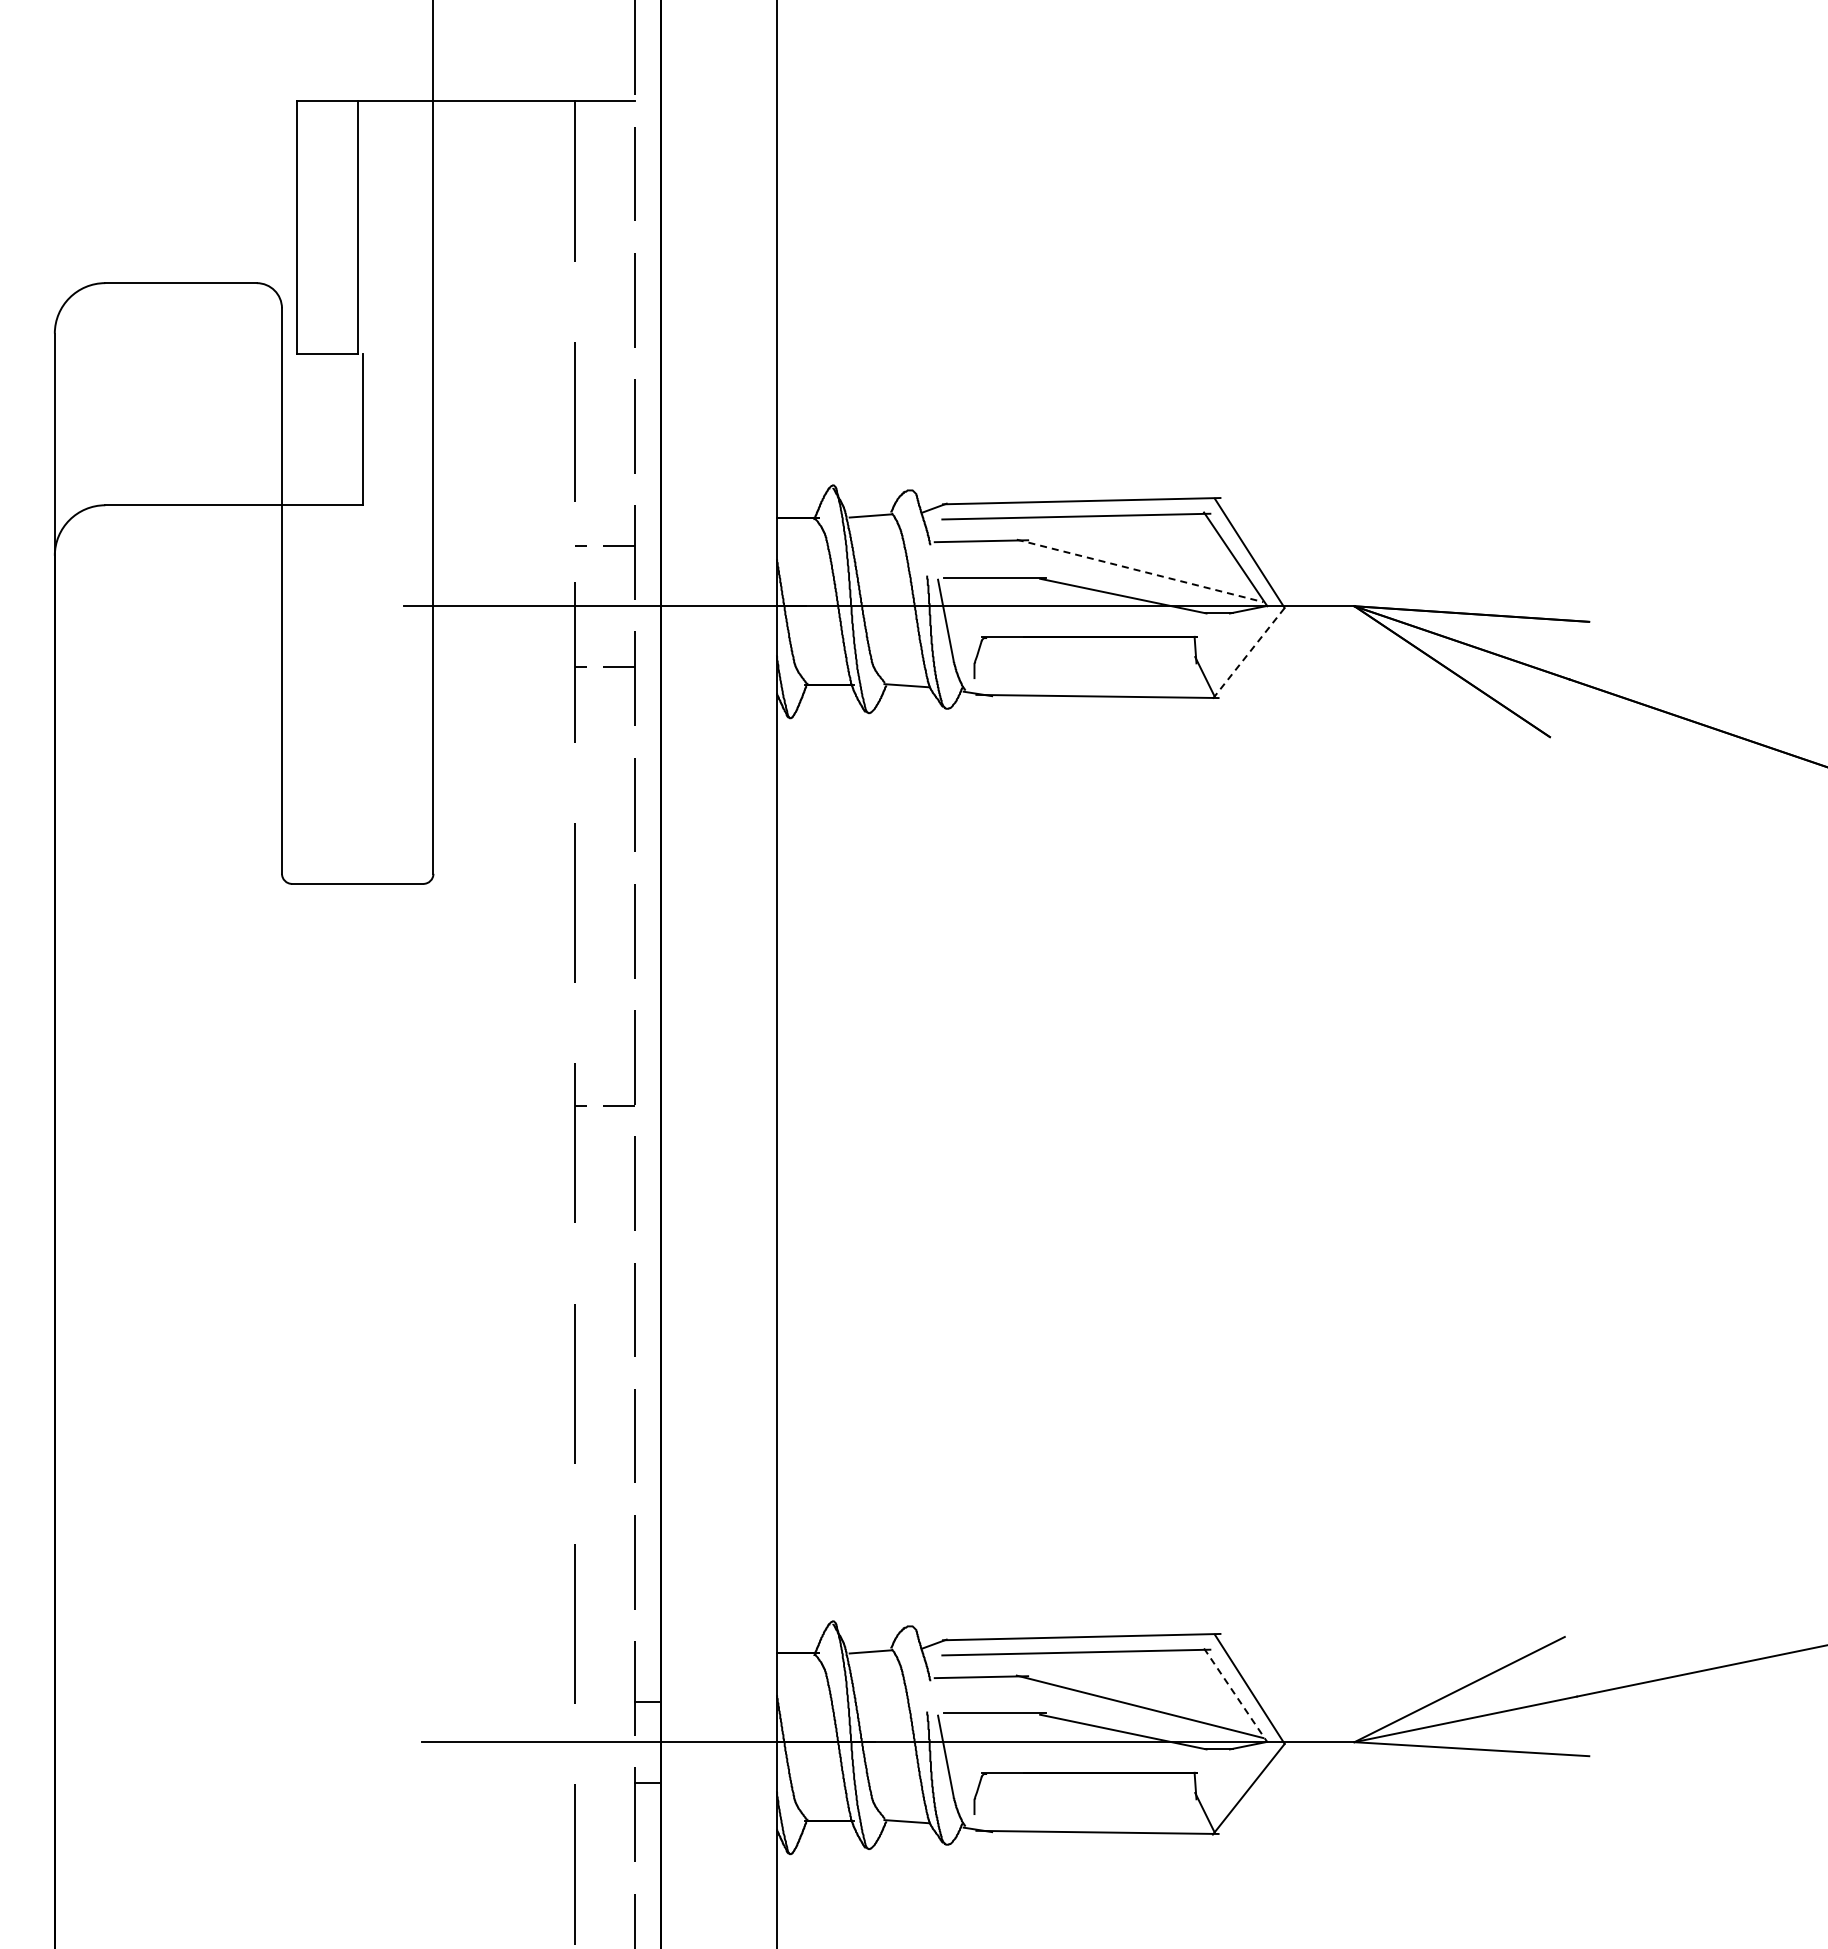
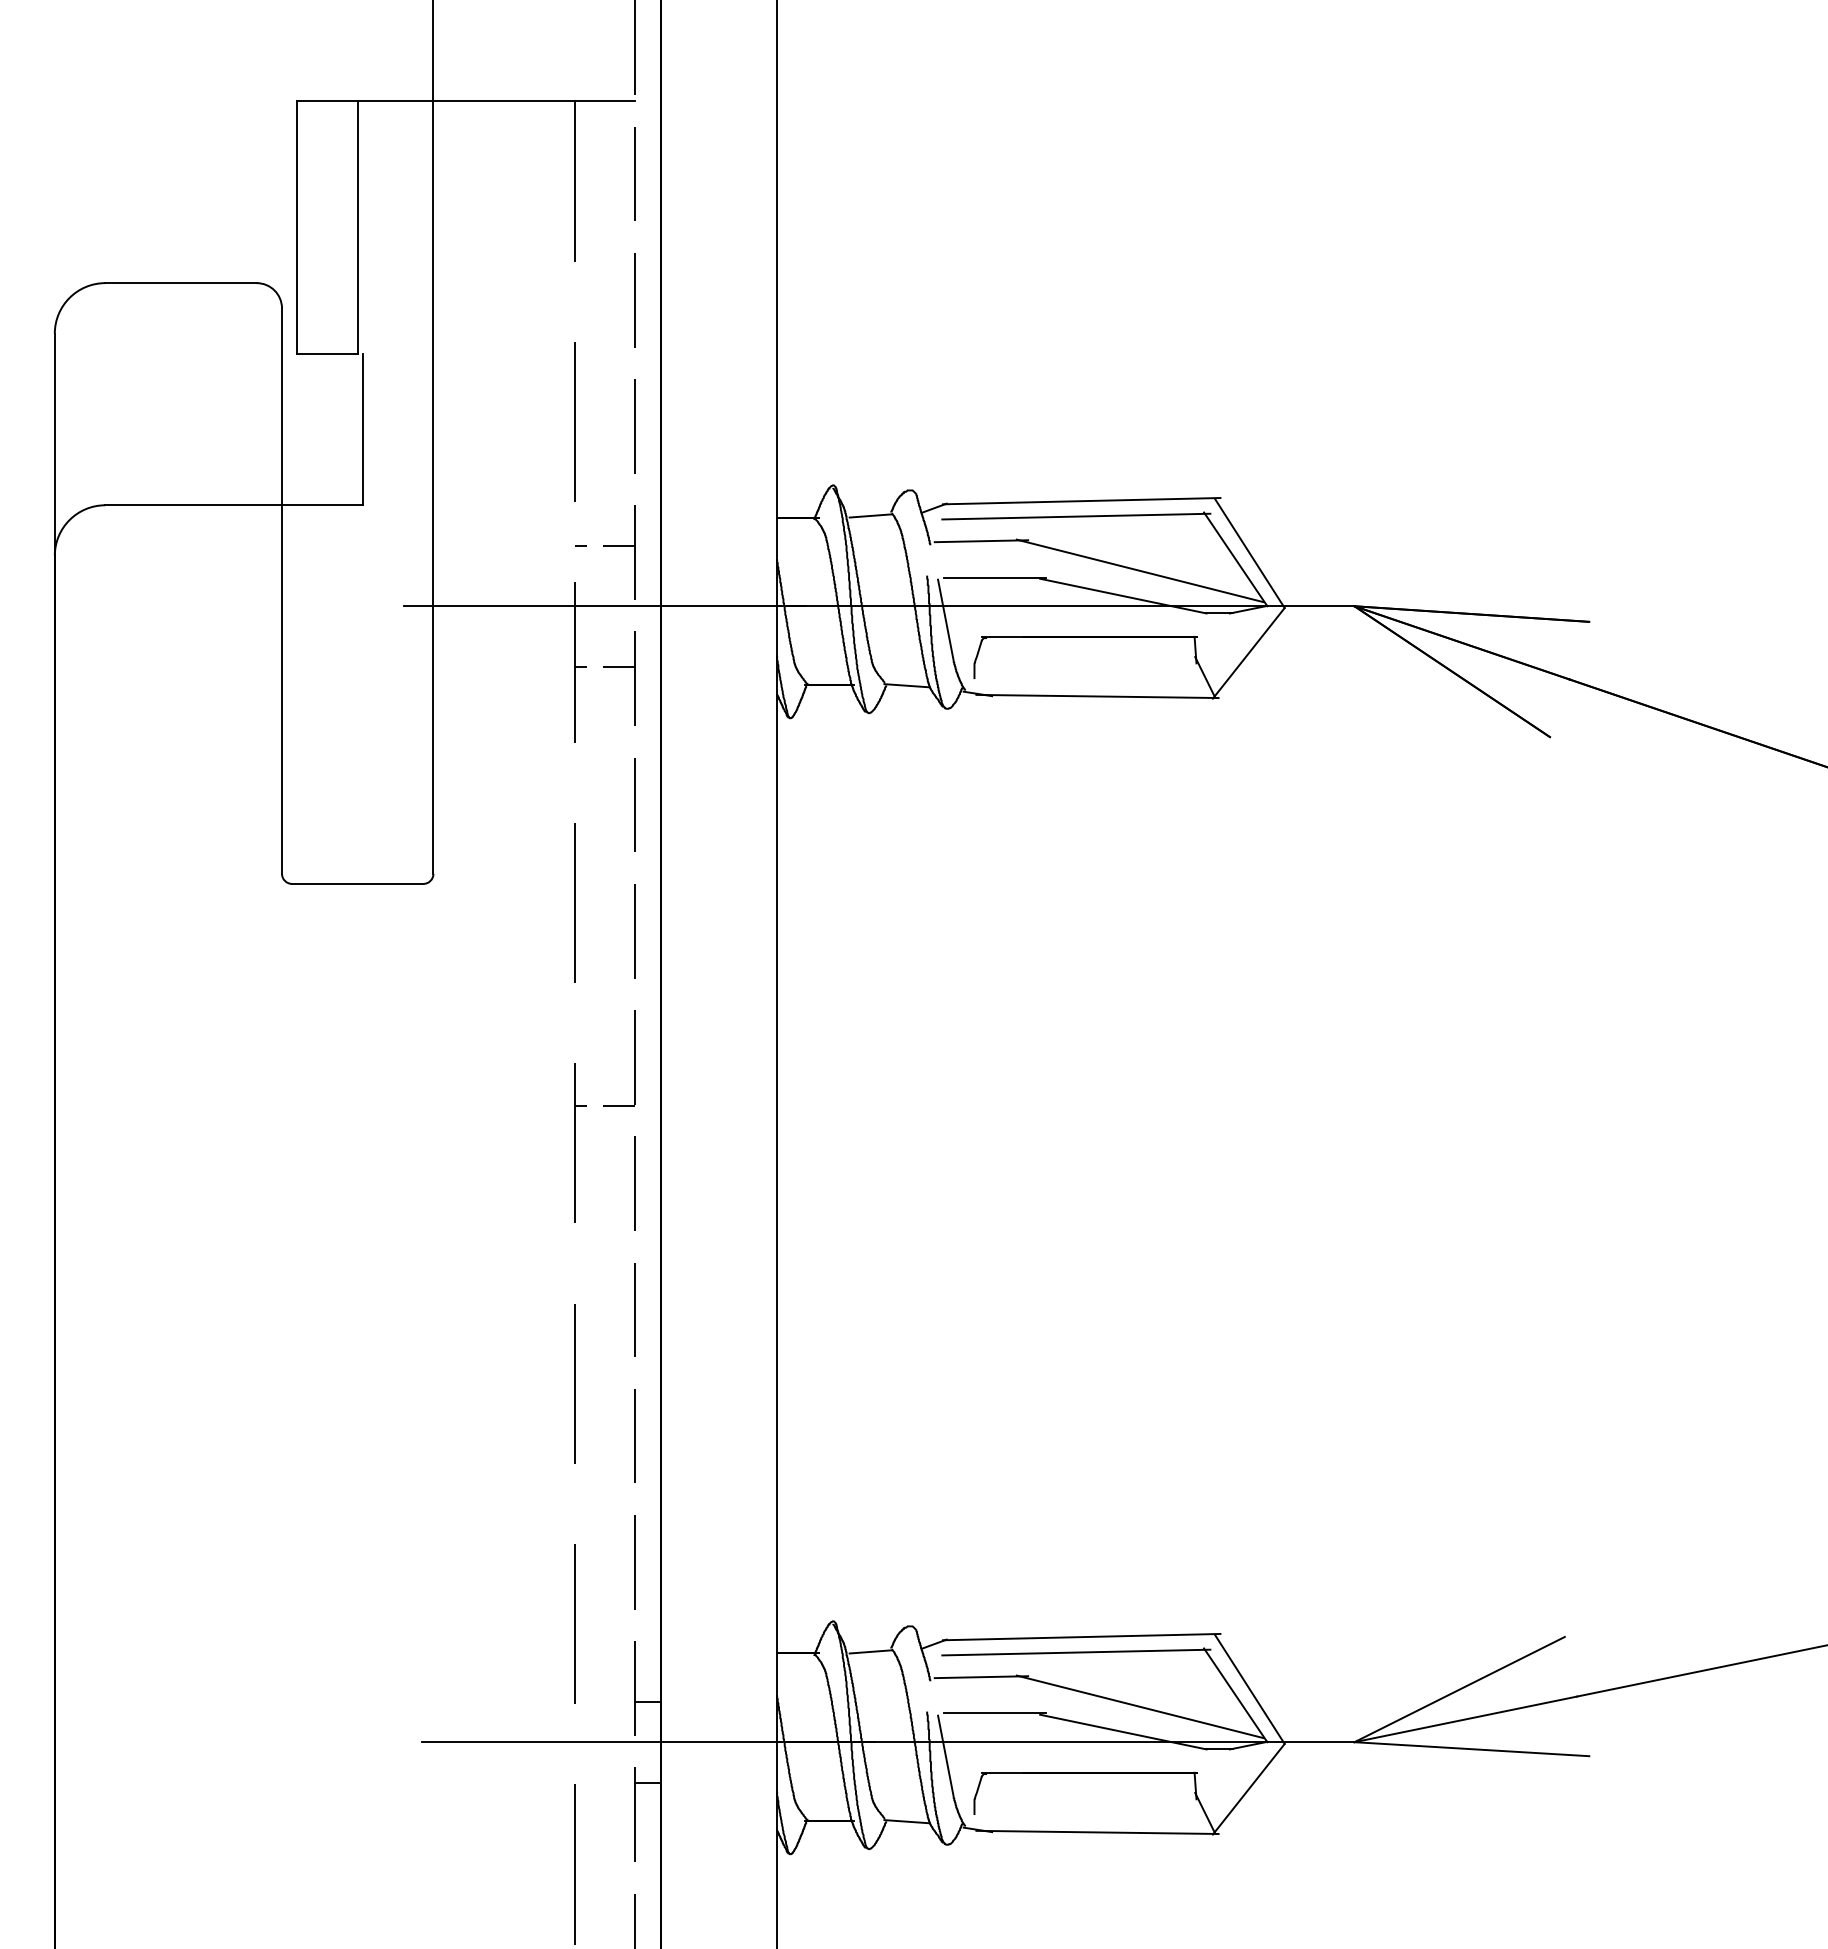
line at (1140, 571): dashed -> solid
line at (1248, 653): dashed -> solid
line at (1235, 1695): dashed -> solid
